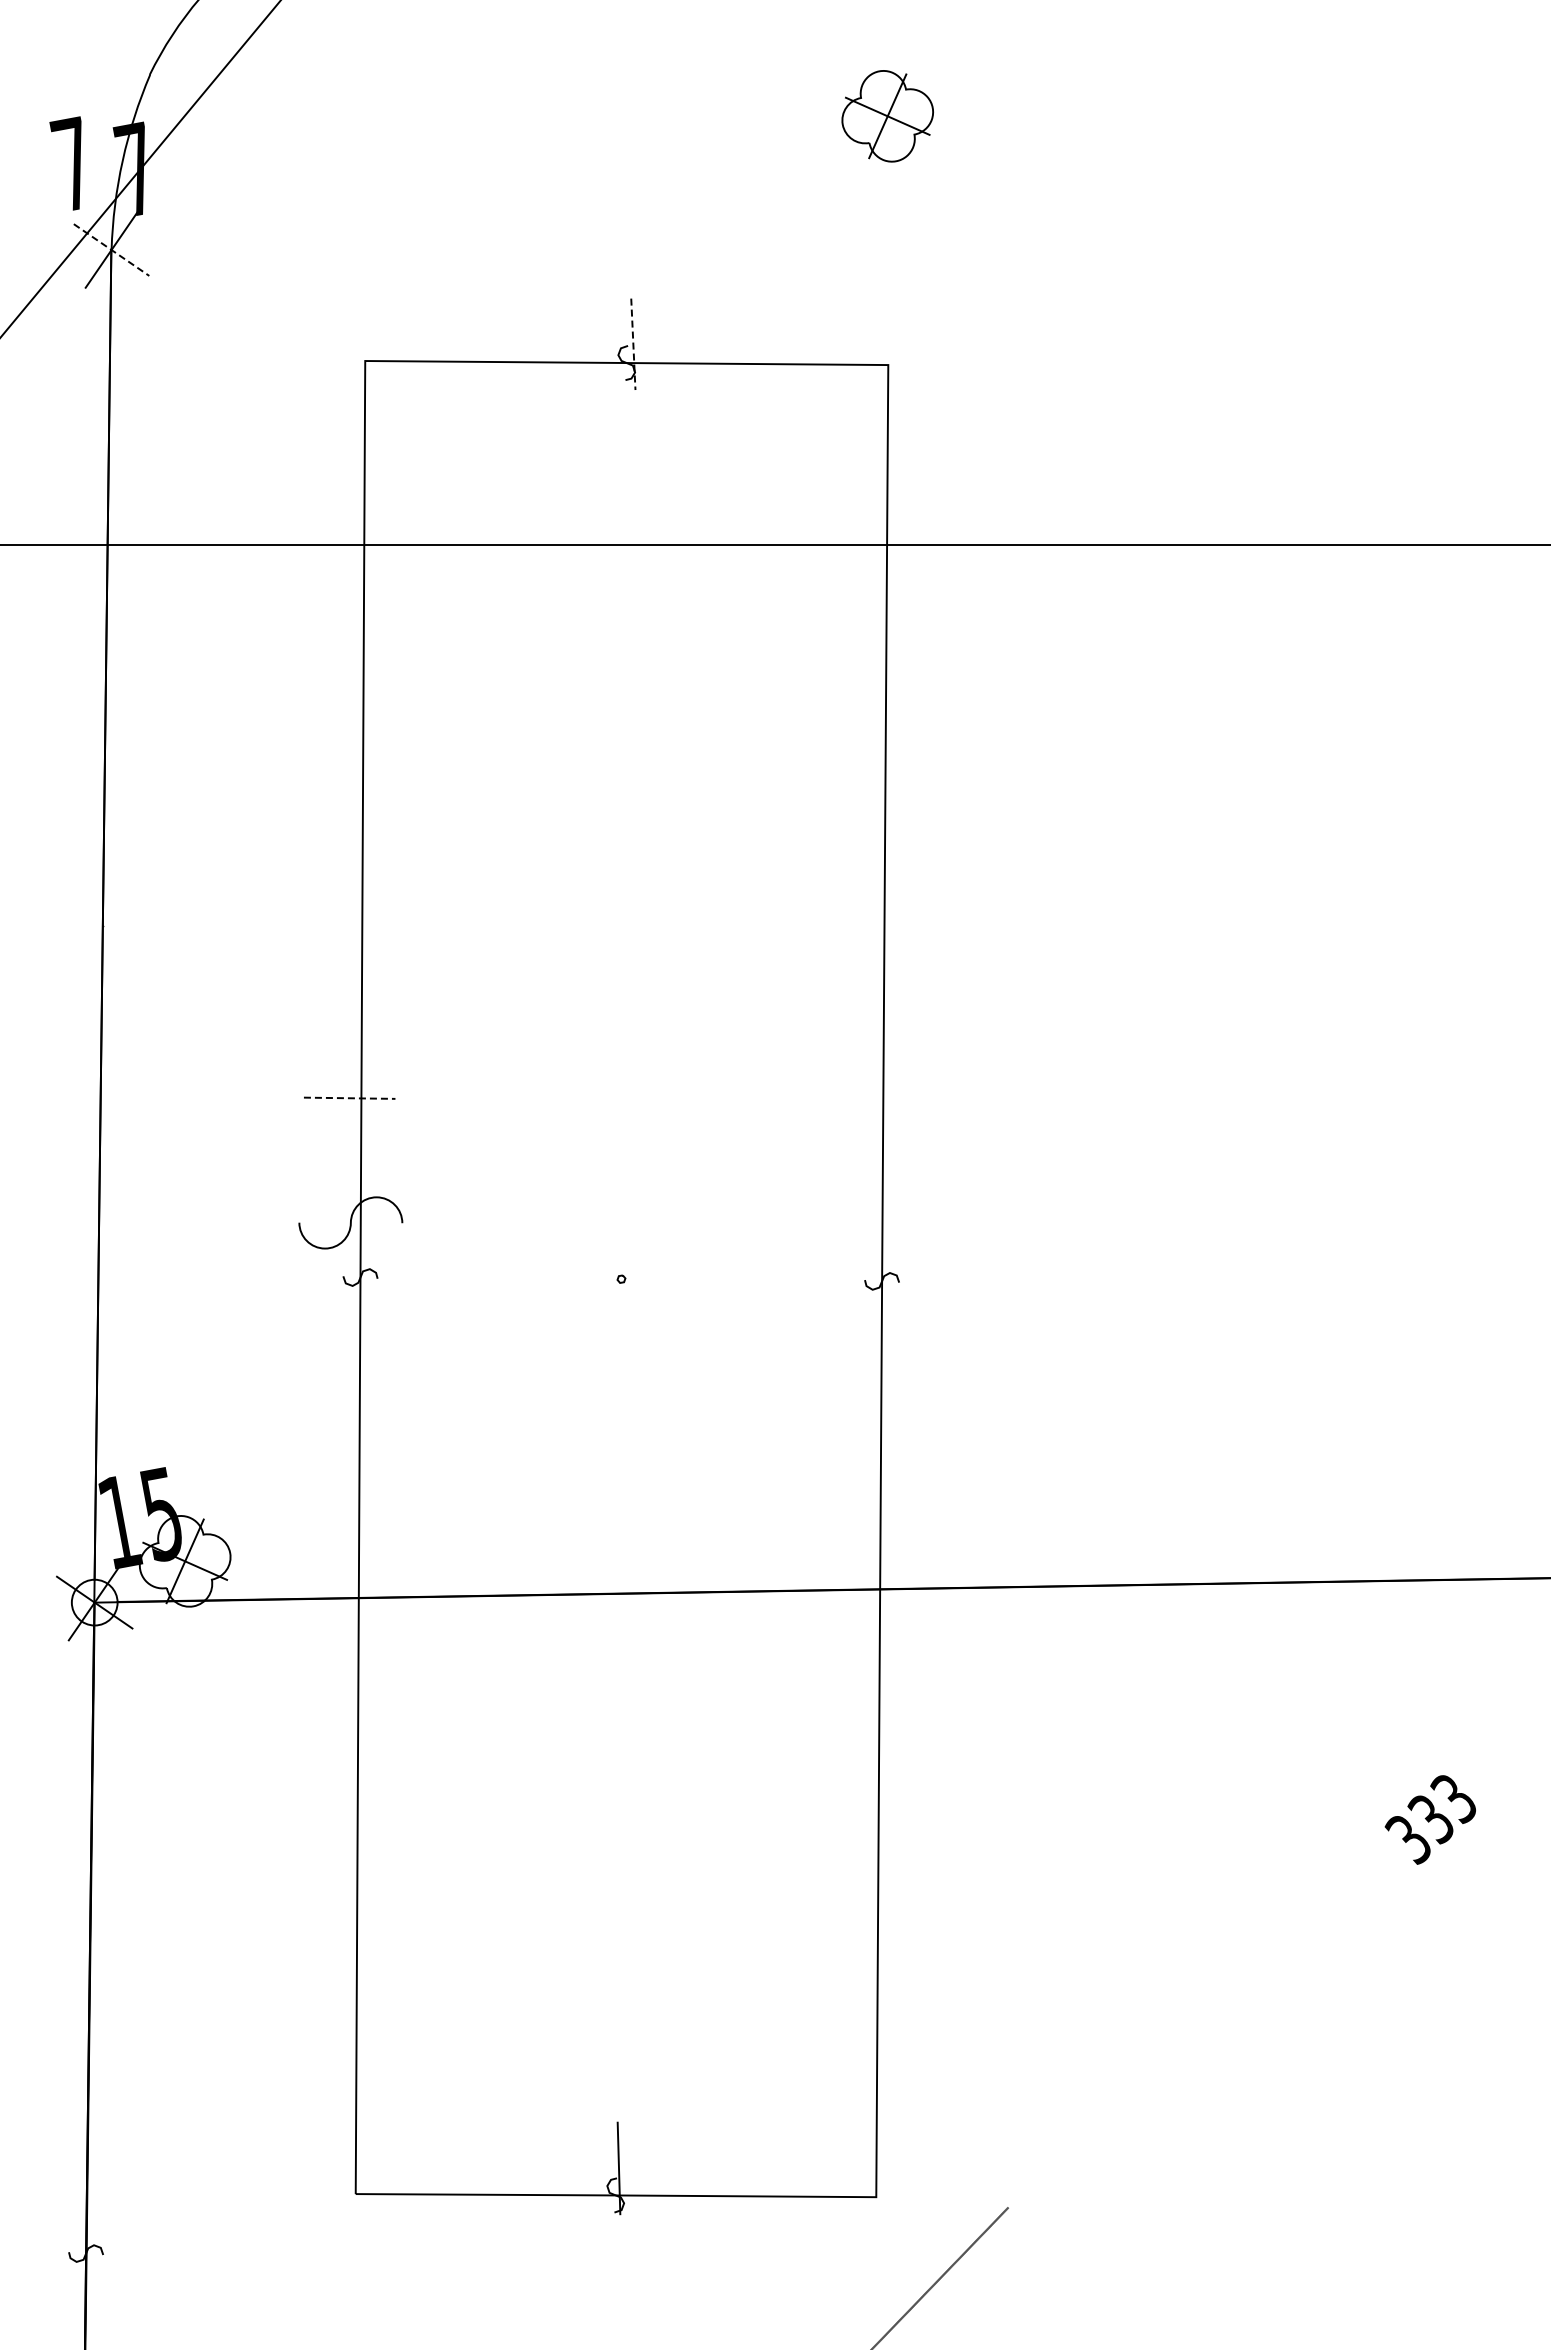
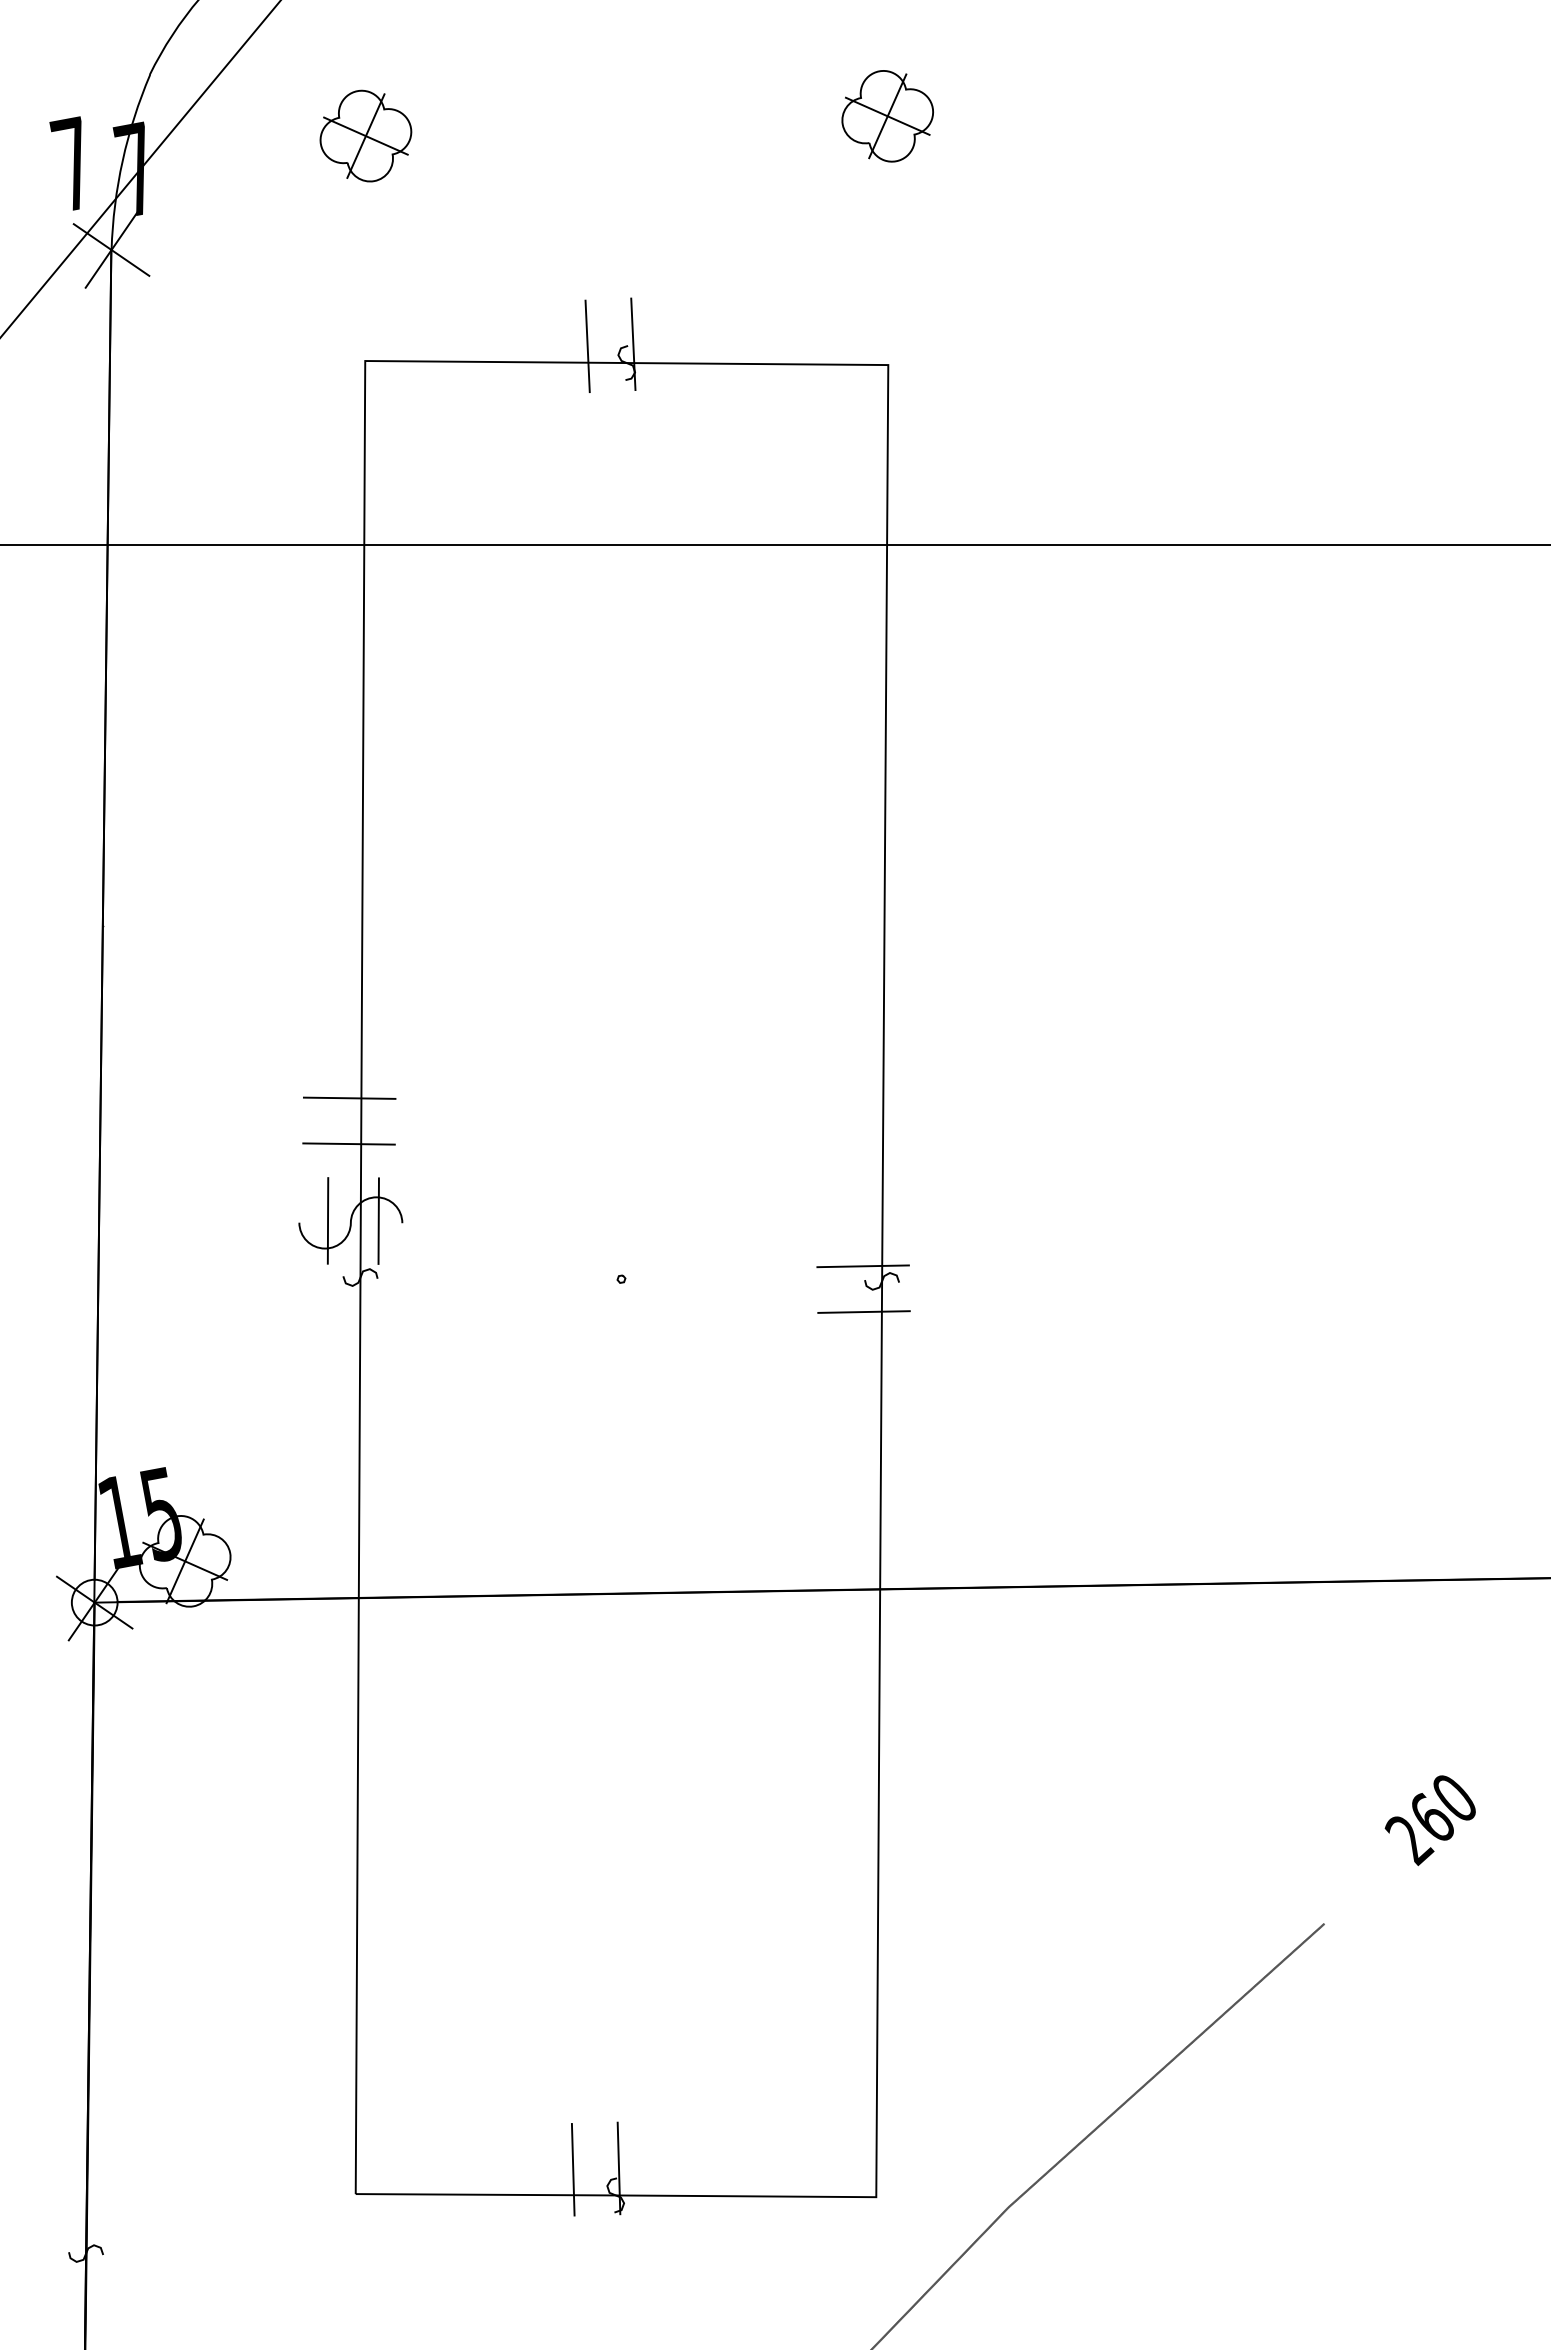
part at (365, 135): none -> present
line at (111, 250): dashed -> solid
line at (633, 344): dashed -> solid
line at (587, 346): none -> present
line at (349, 1098): dashed -> solid
line at (348, 1143): none -> present
line at (327, 1220): none -> present
line at (378, 1220): none -> present
line at (862, 1266): none -> present
line at (863, 1311): none -> present
text at (1430, 1820): 333 -> 260
line at (1166, 2065): none -> present
line at (572, 2169): none -> present
